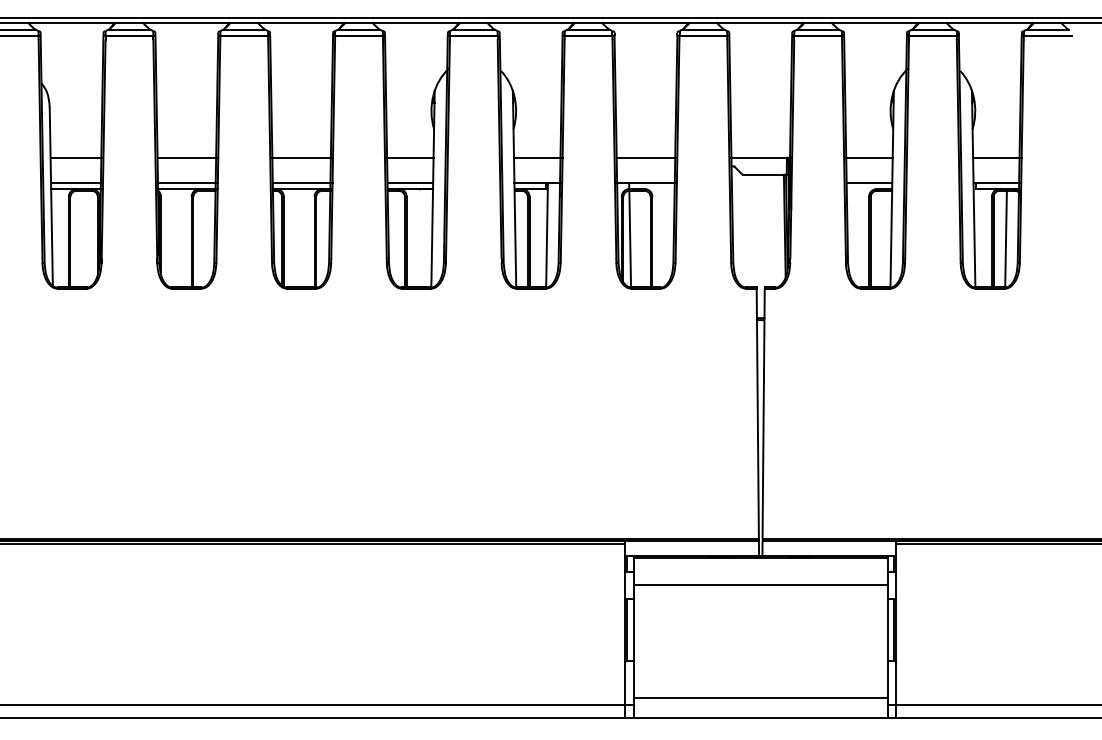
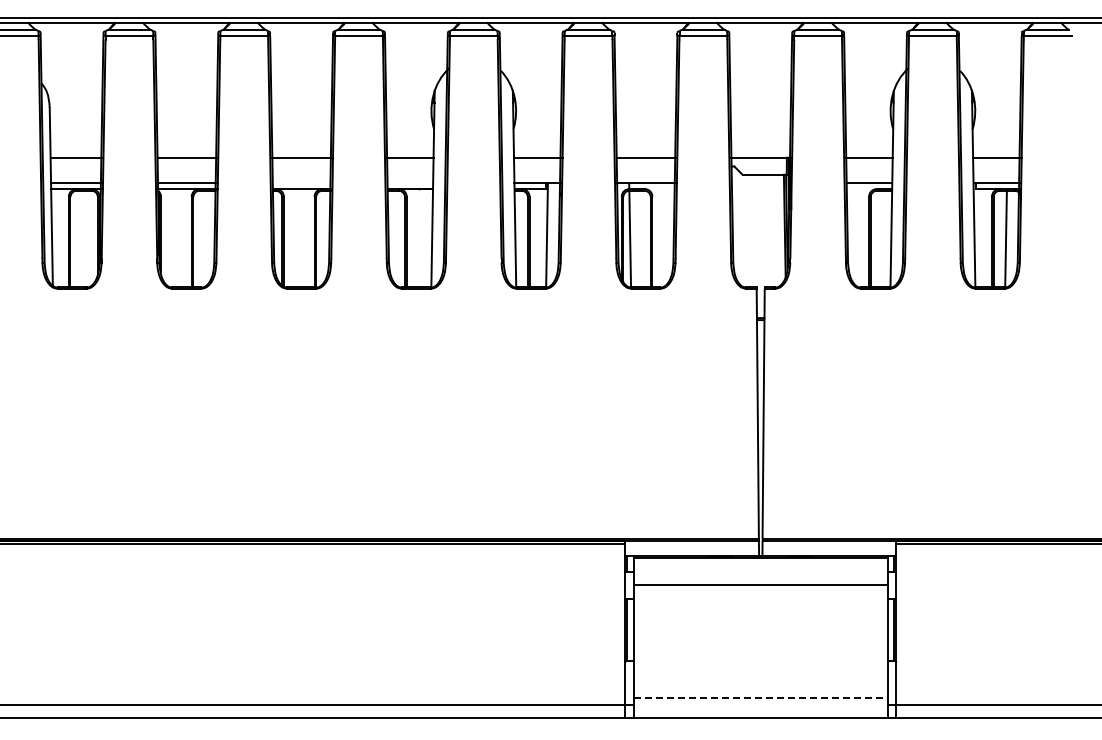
line at (302, 183): present -> none
line at (410, 183): present -> none
line at (761, 697): solid -> dashed
